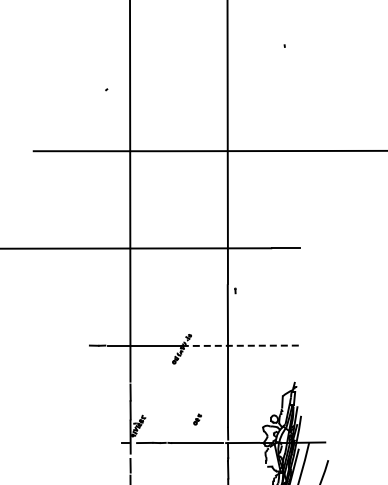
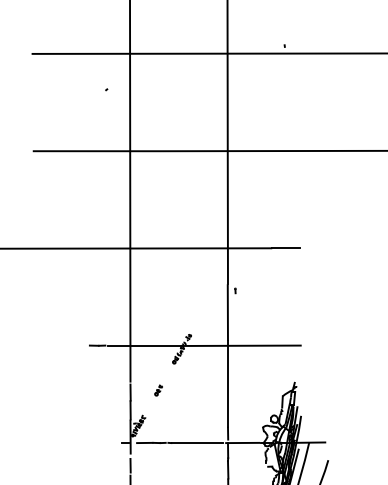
line at (208, 53): none -> present
line at (241, 345): dashed -> solid
part at (197, 419) position: (197, 419) -> (158, 390)
